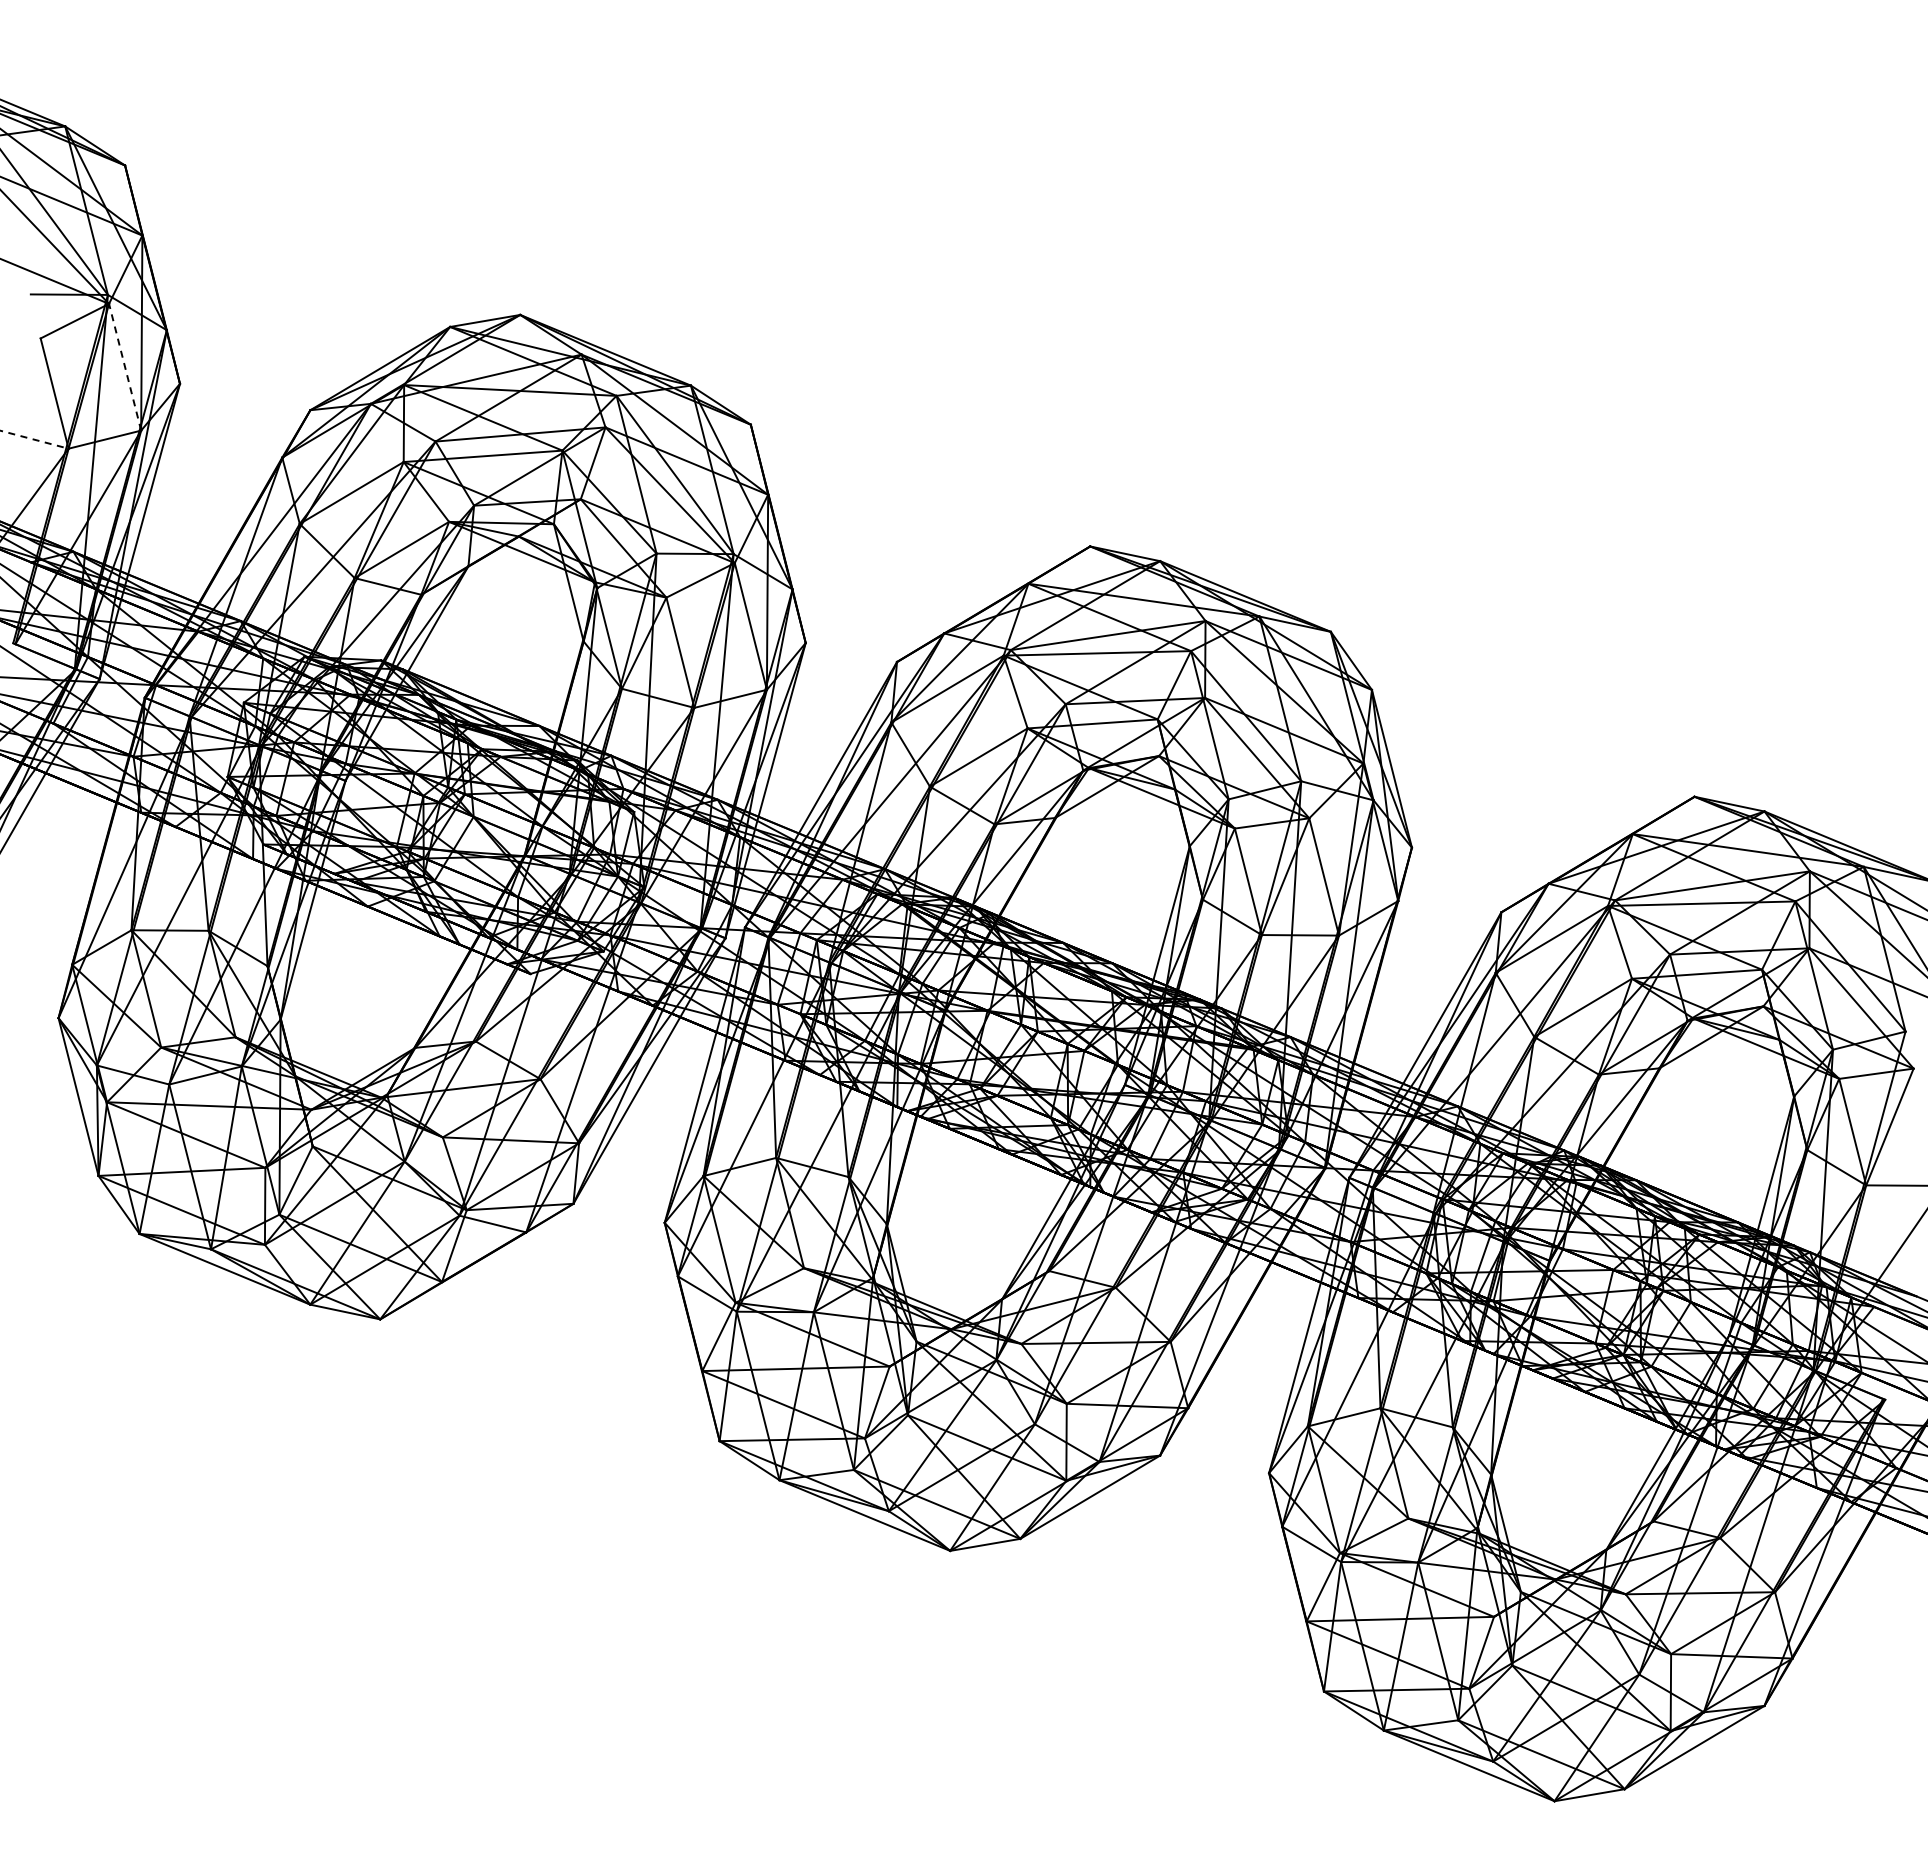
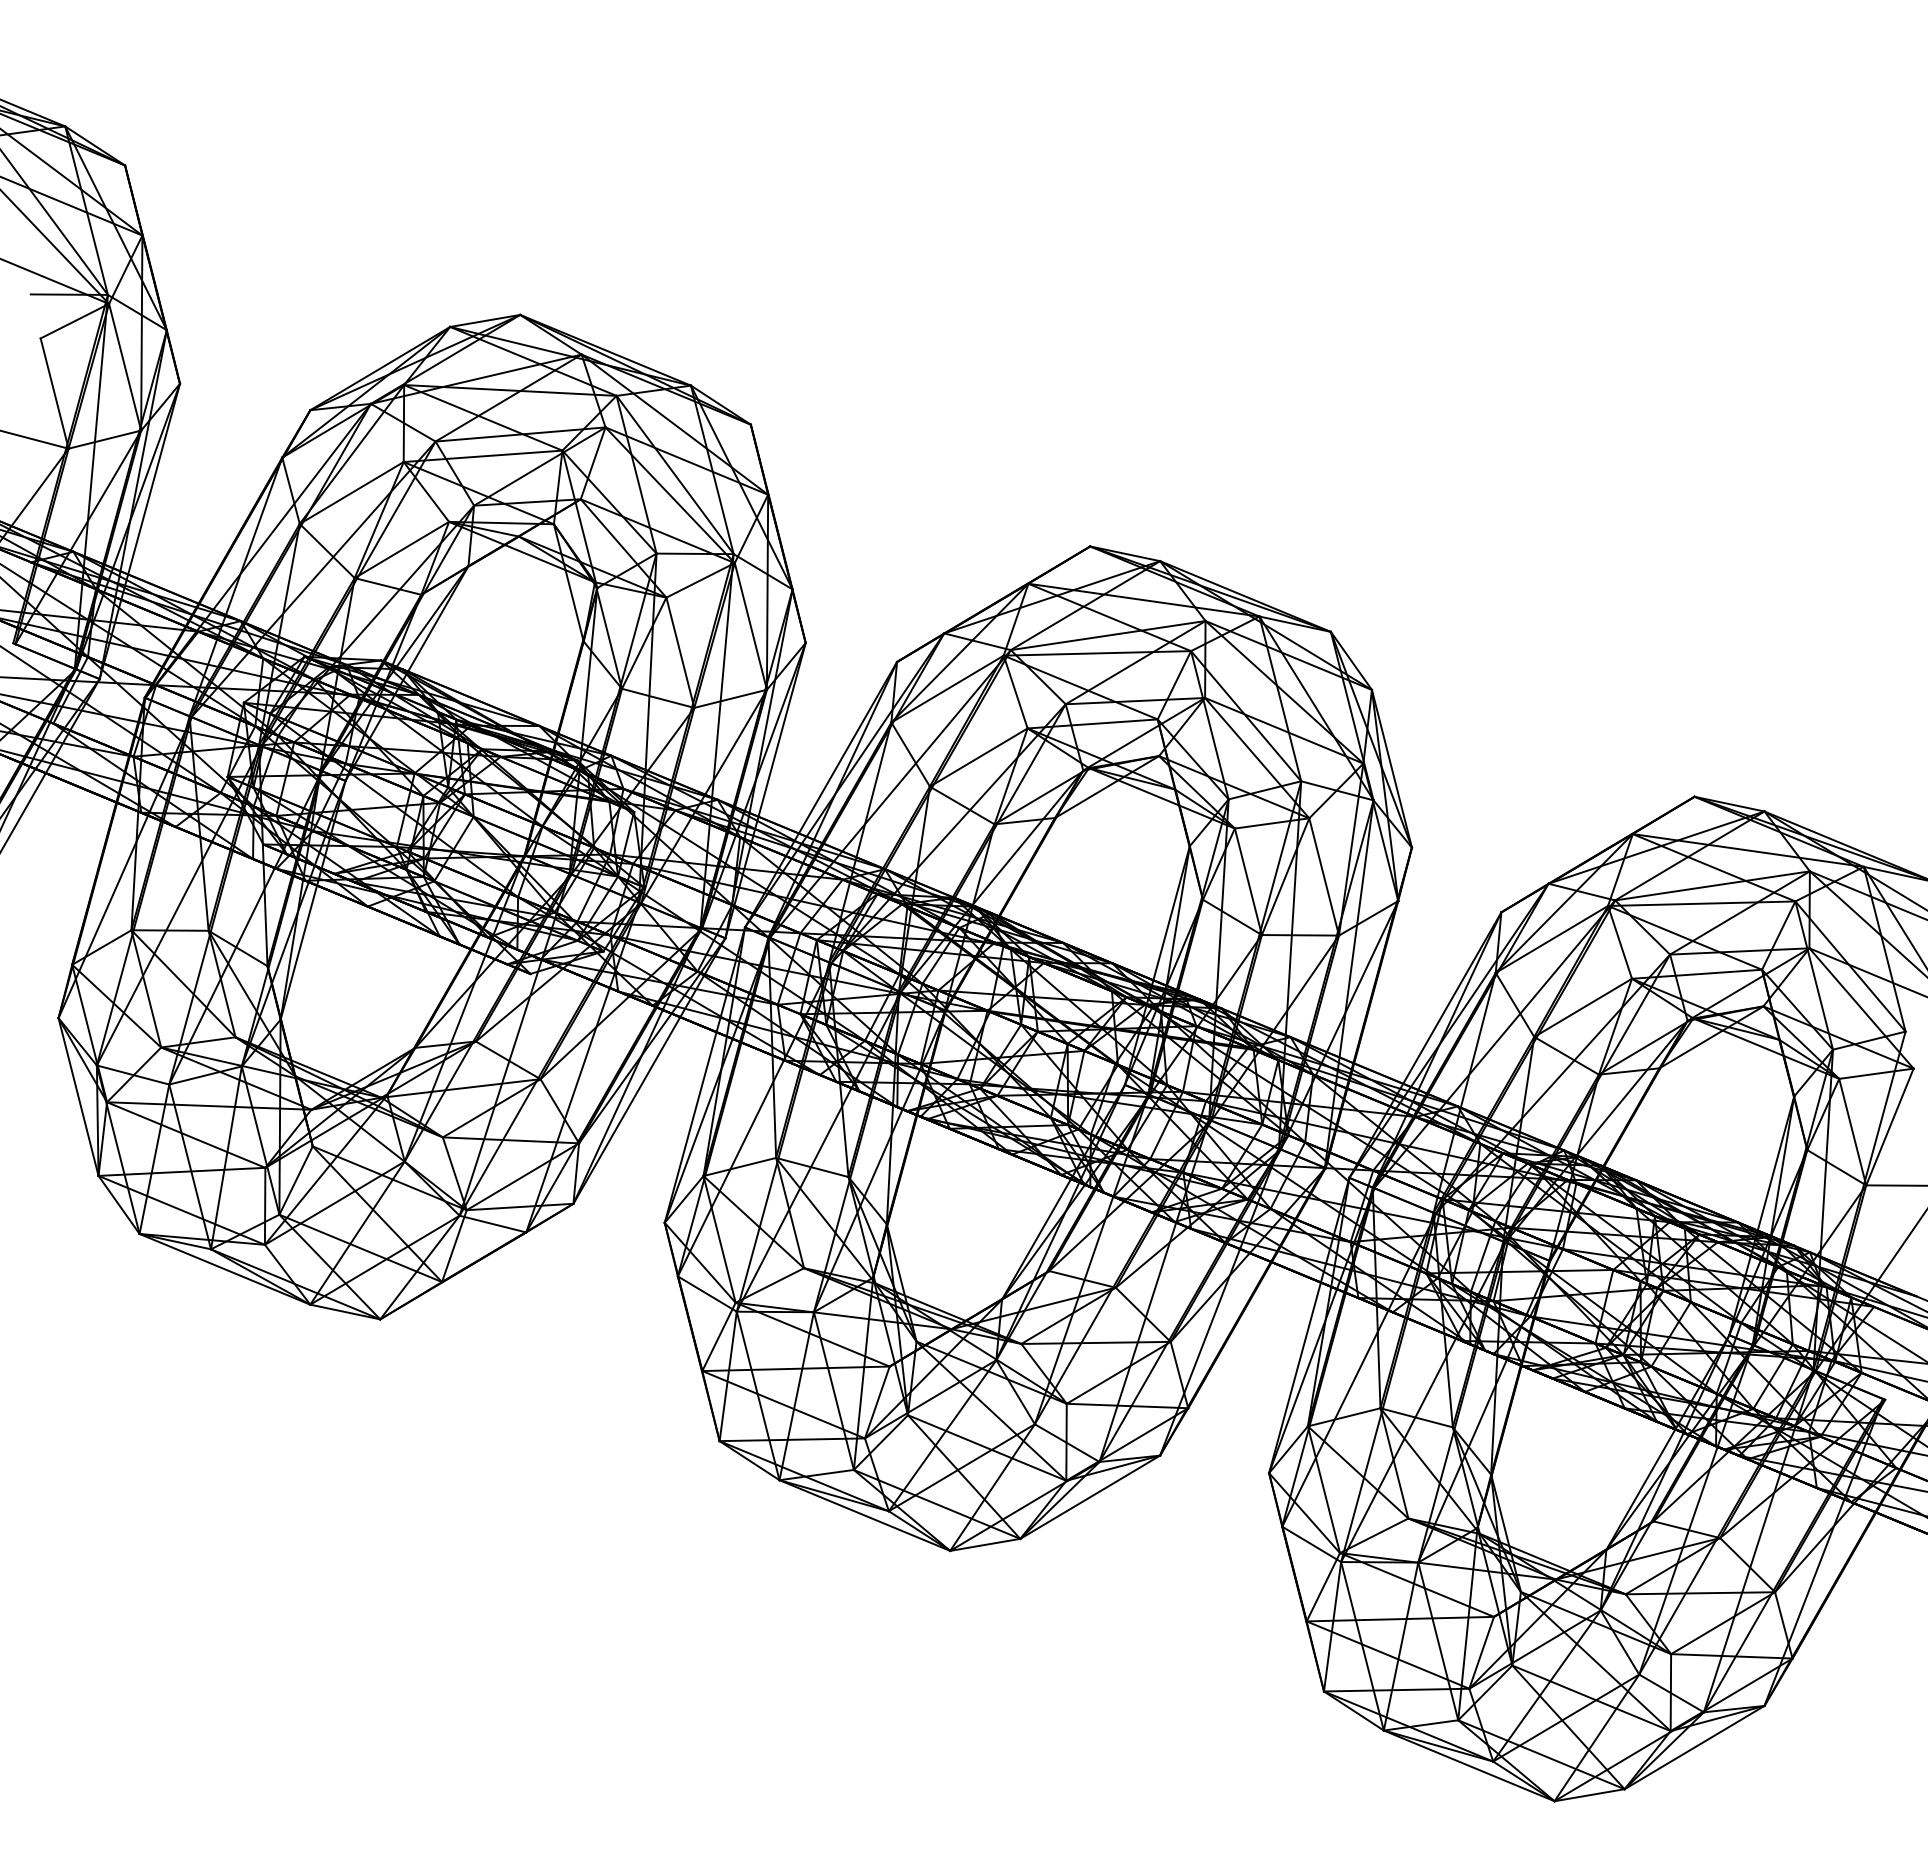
line at (125, 366): dashed -> solid
line at (34, 439): dashed -> solid
